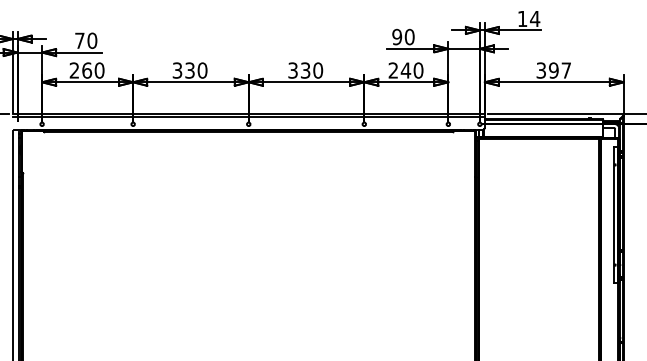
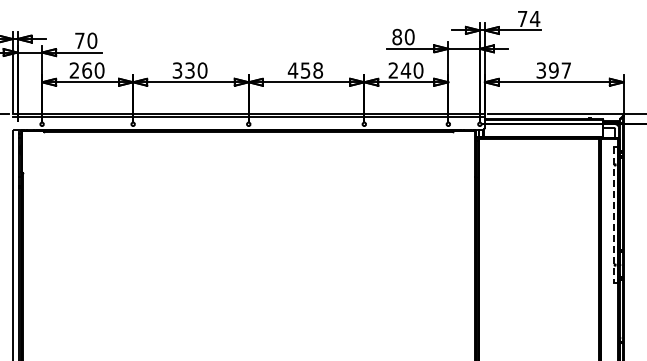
text at (522, 18): 14 -> 74
text at (397, 37): 90 -> 80
text at (305, 70): 330 -> 458
line at (613, 215): solid -> dashed
